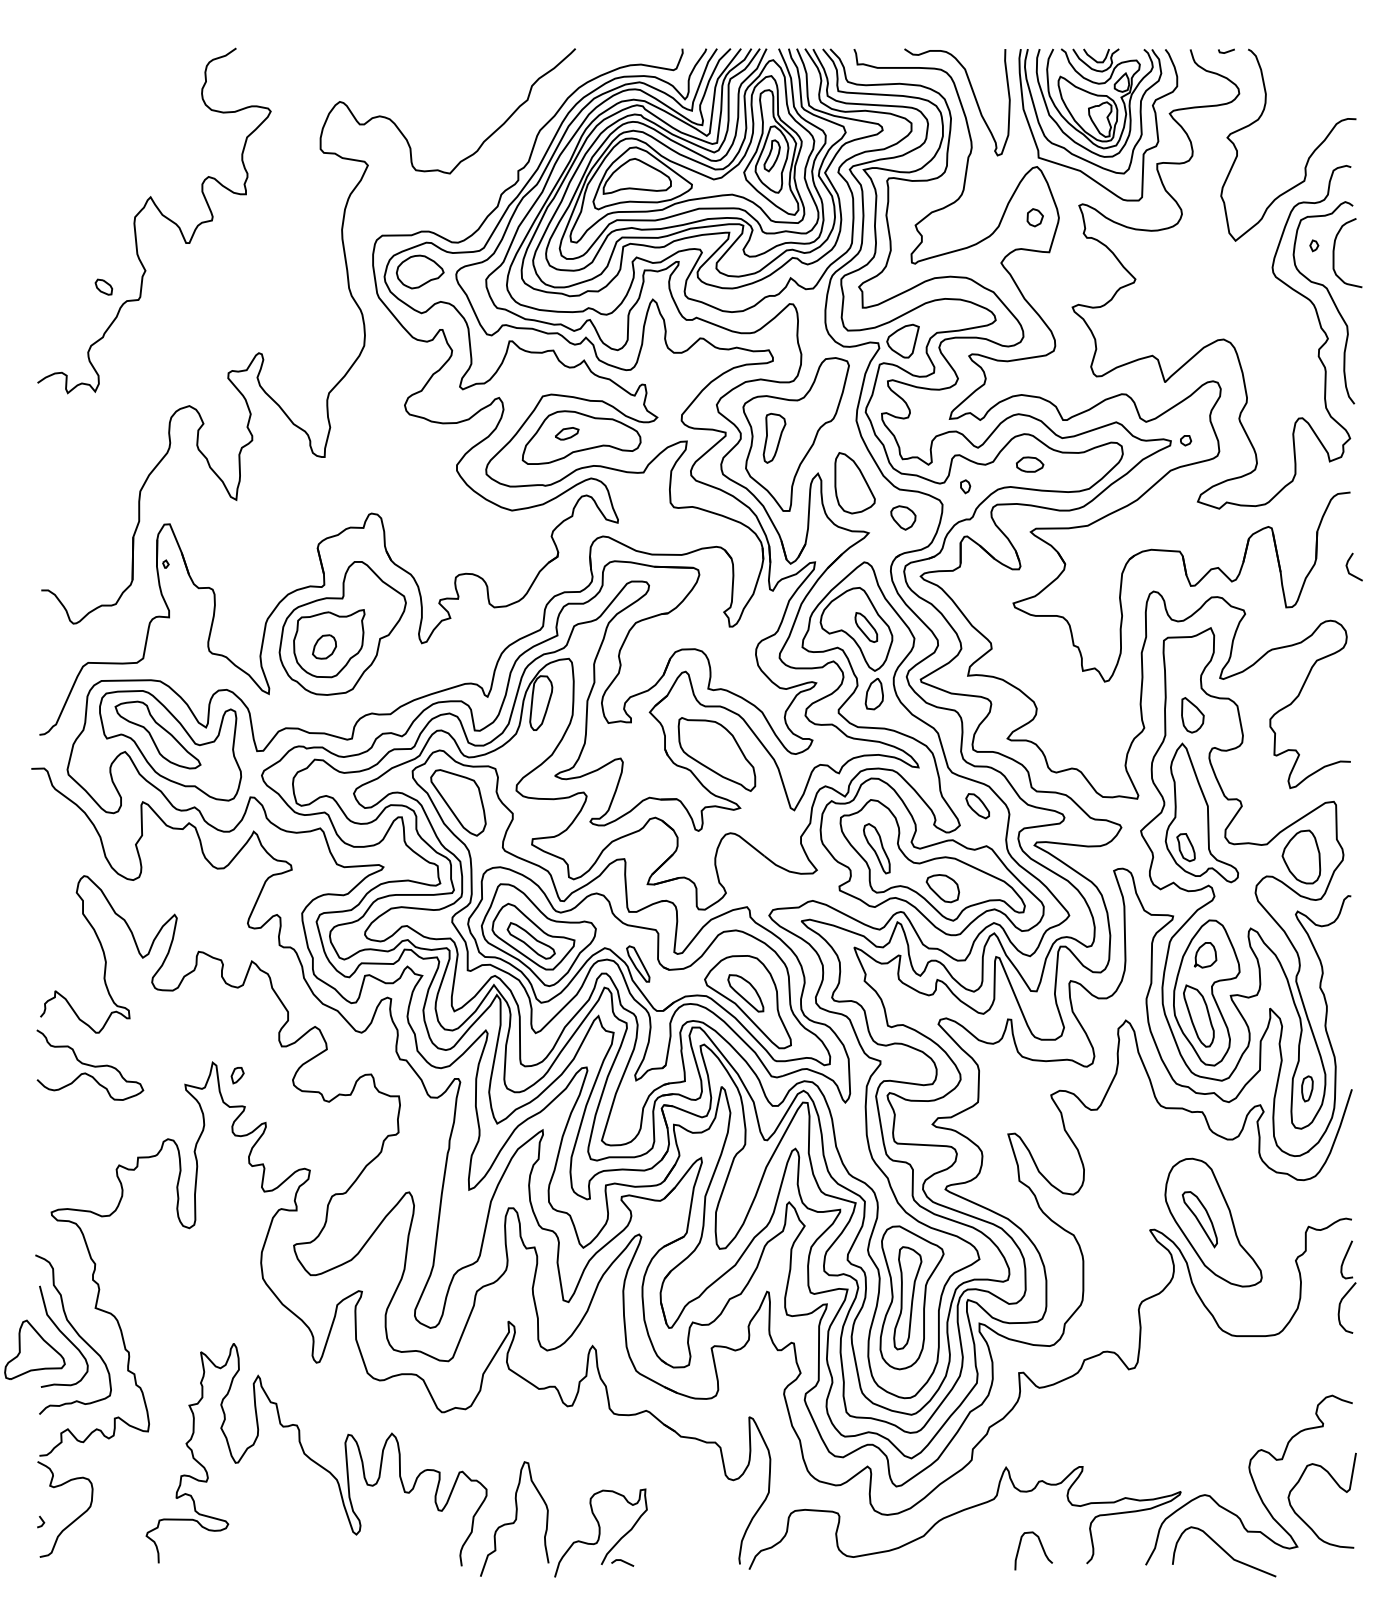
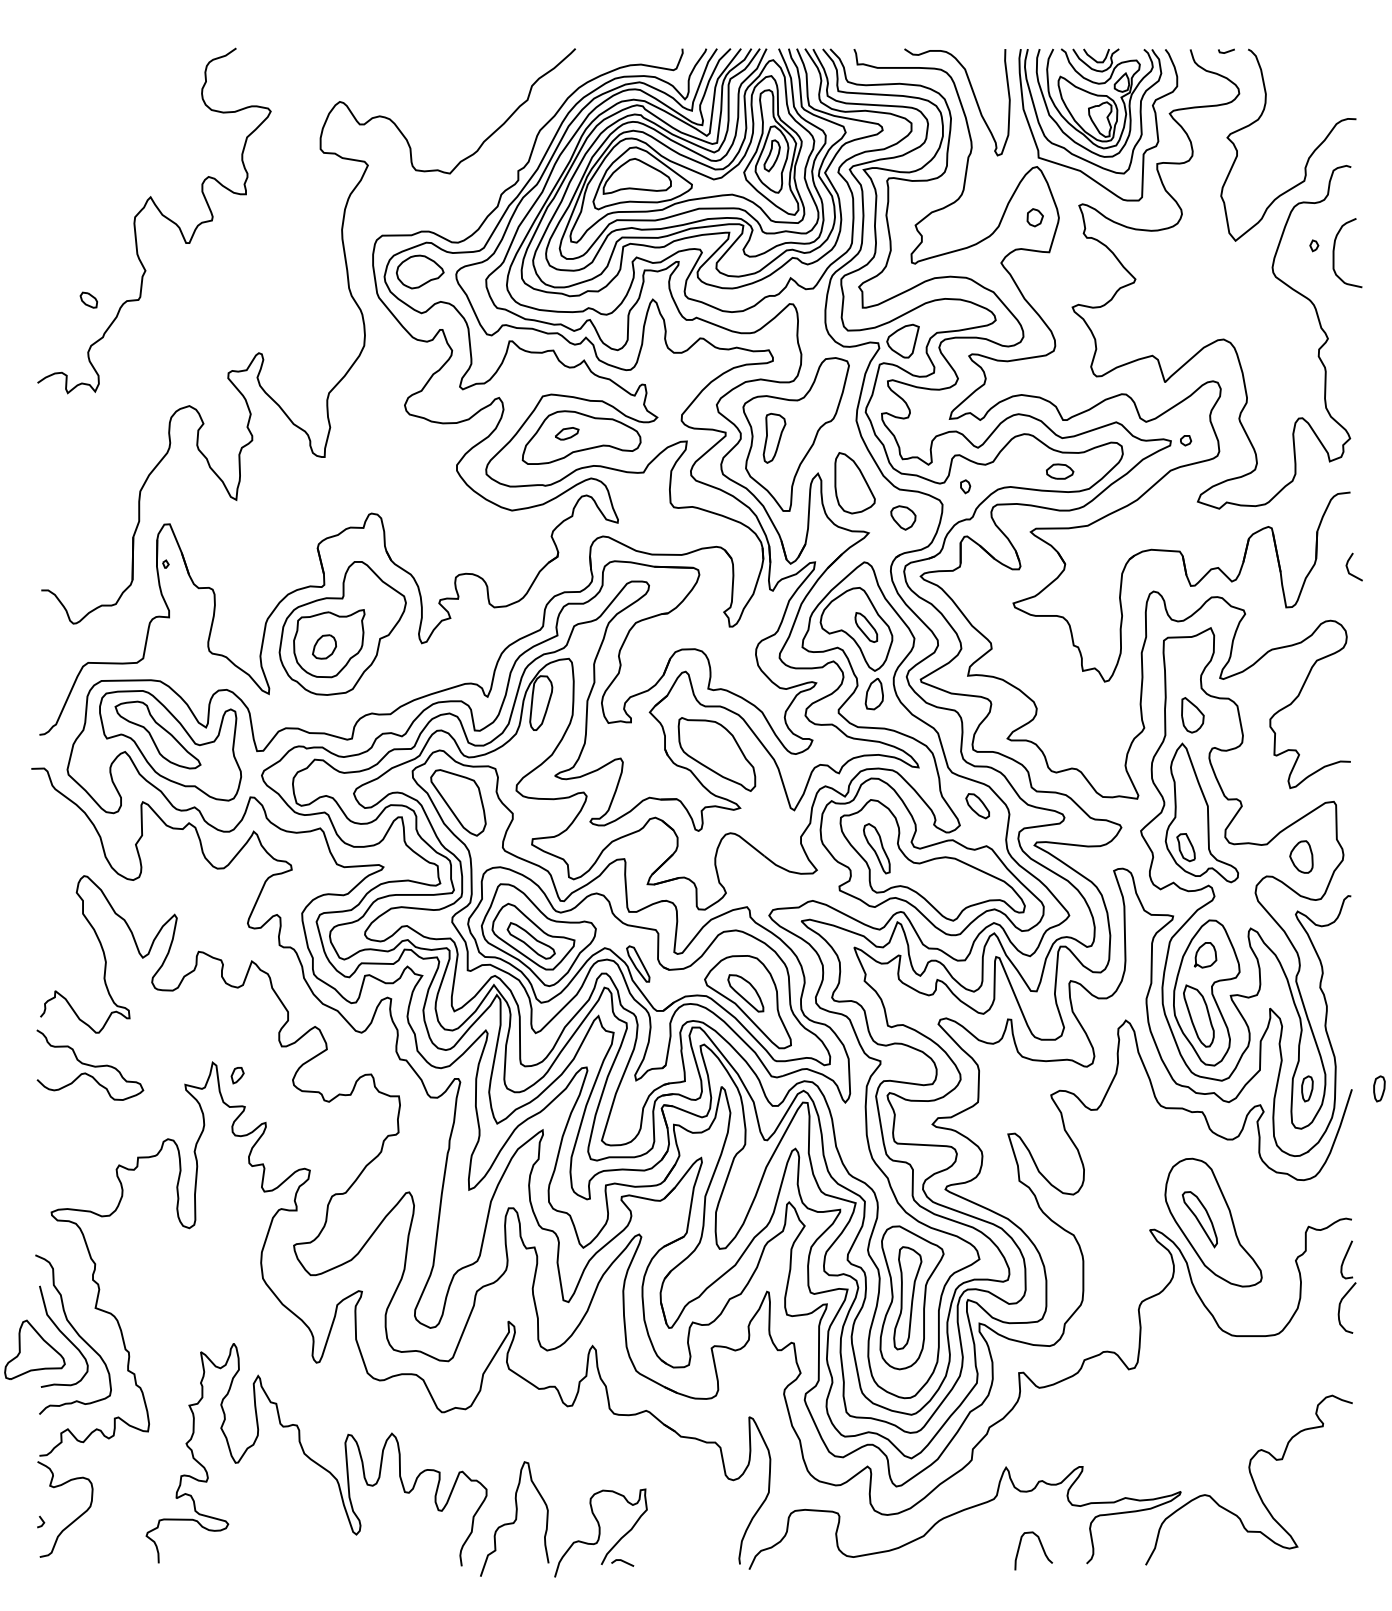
part at (103, 286) position: (103, 286) -> (88, 299)
curve at (1330, 298): present -> none
part at (1030, 464) position: (1030, 464) -> (1060, 471)
part at (1301, 856) size: 41x56 px -> 25x34 px
part at (942, 888): present -> none
part at (1379, 1088): none -> present
curve at (1336, 1484): present -> none
curve at (1224, 1551): present -> none
